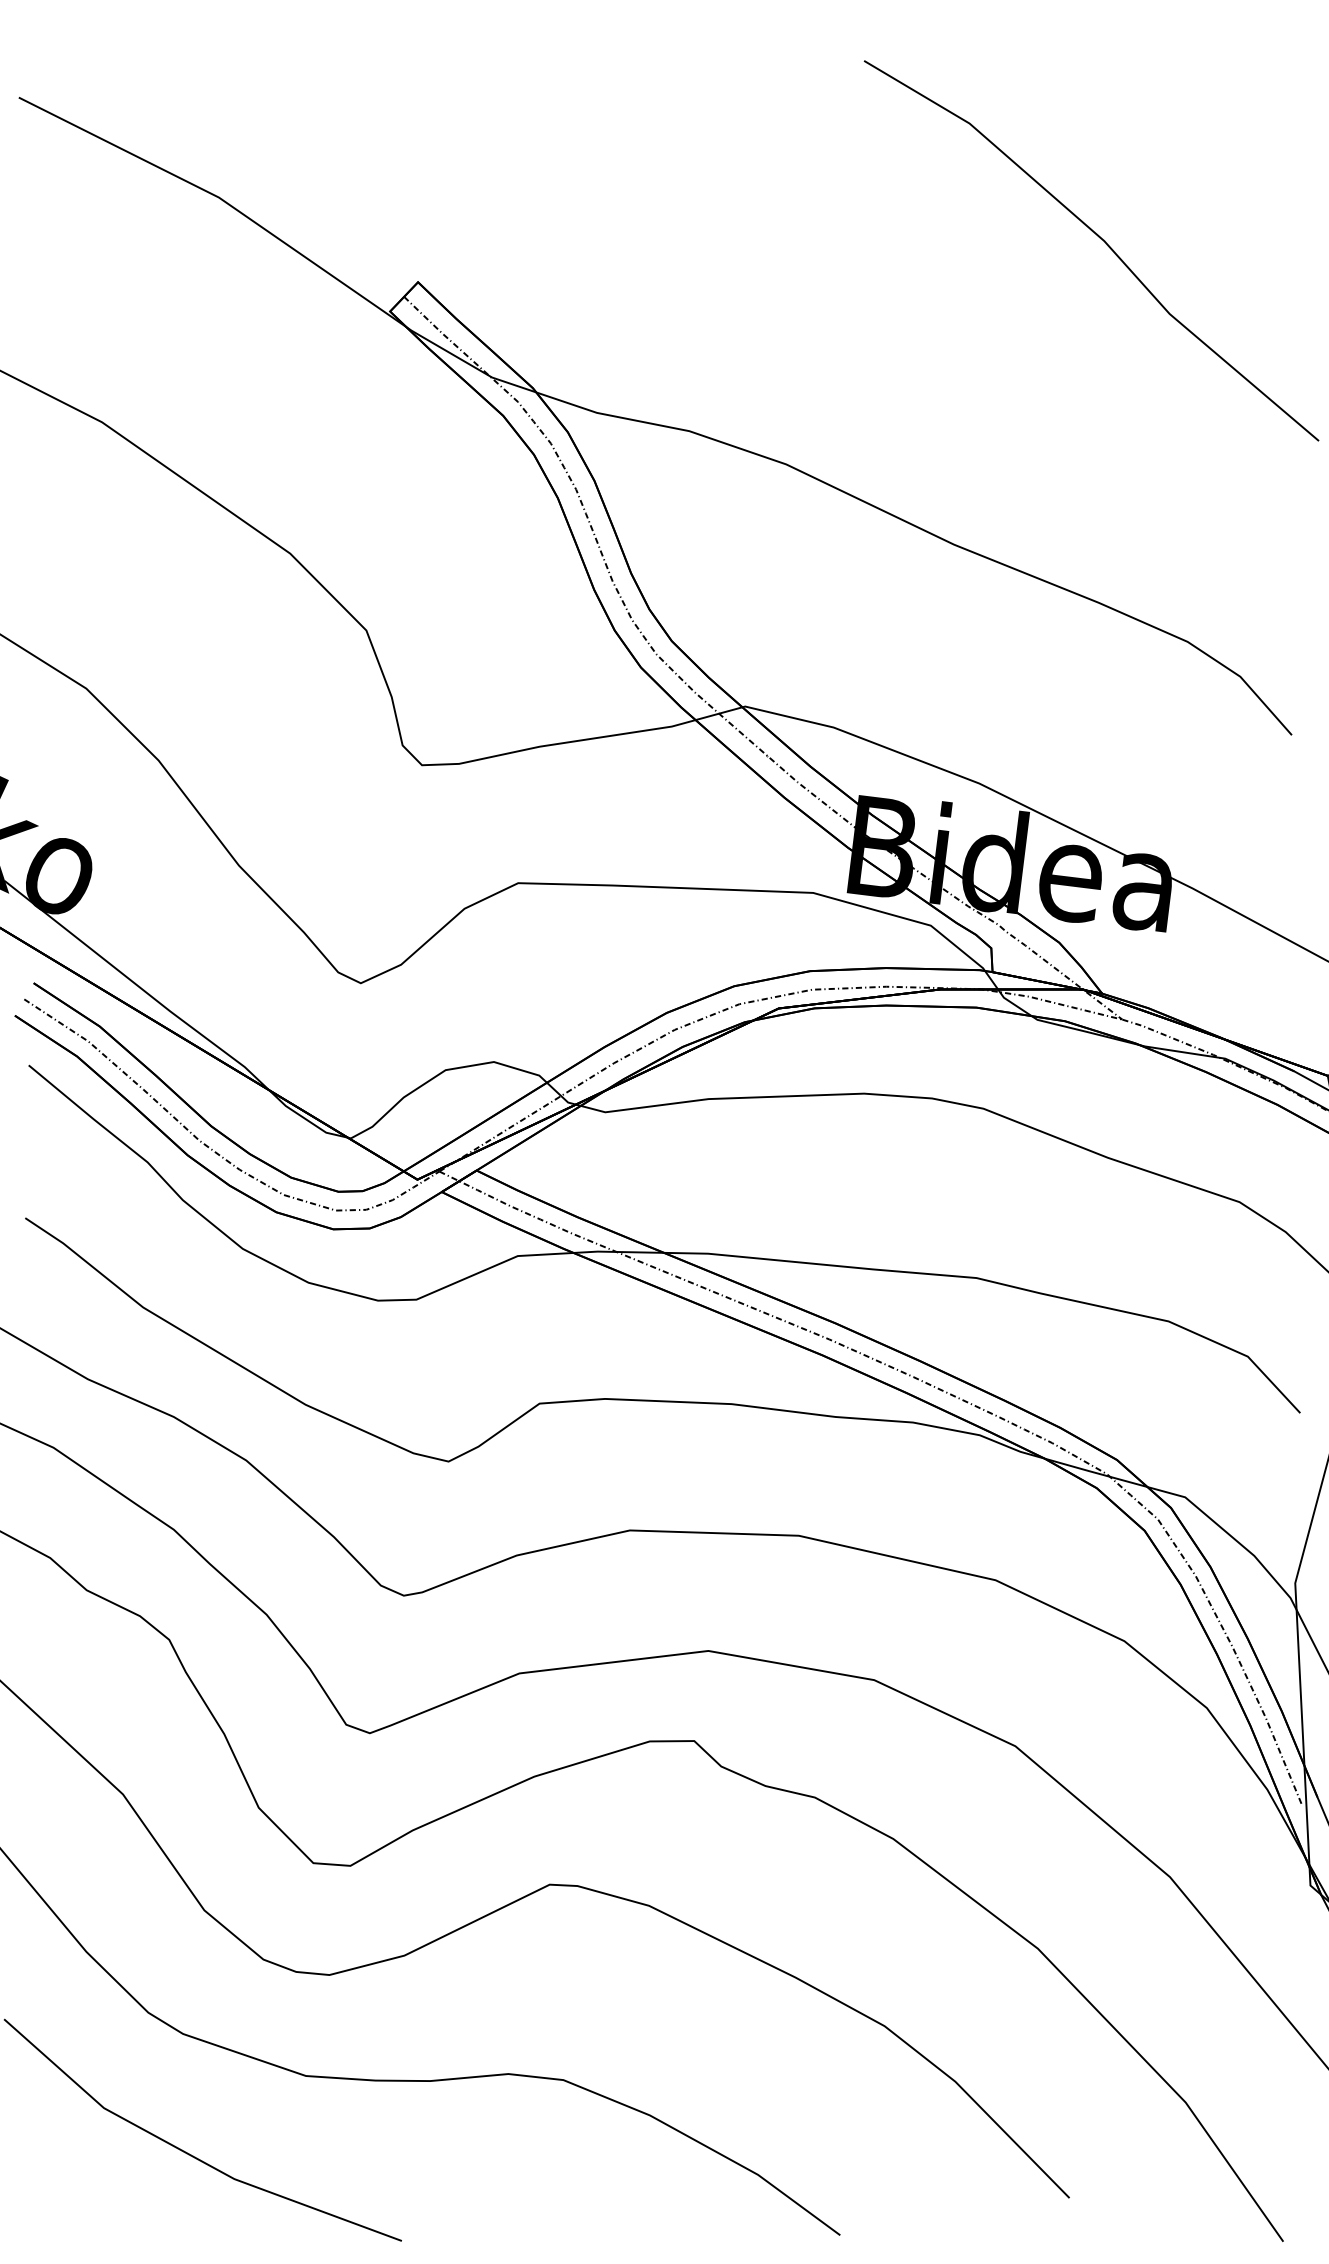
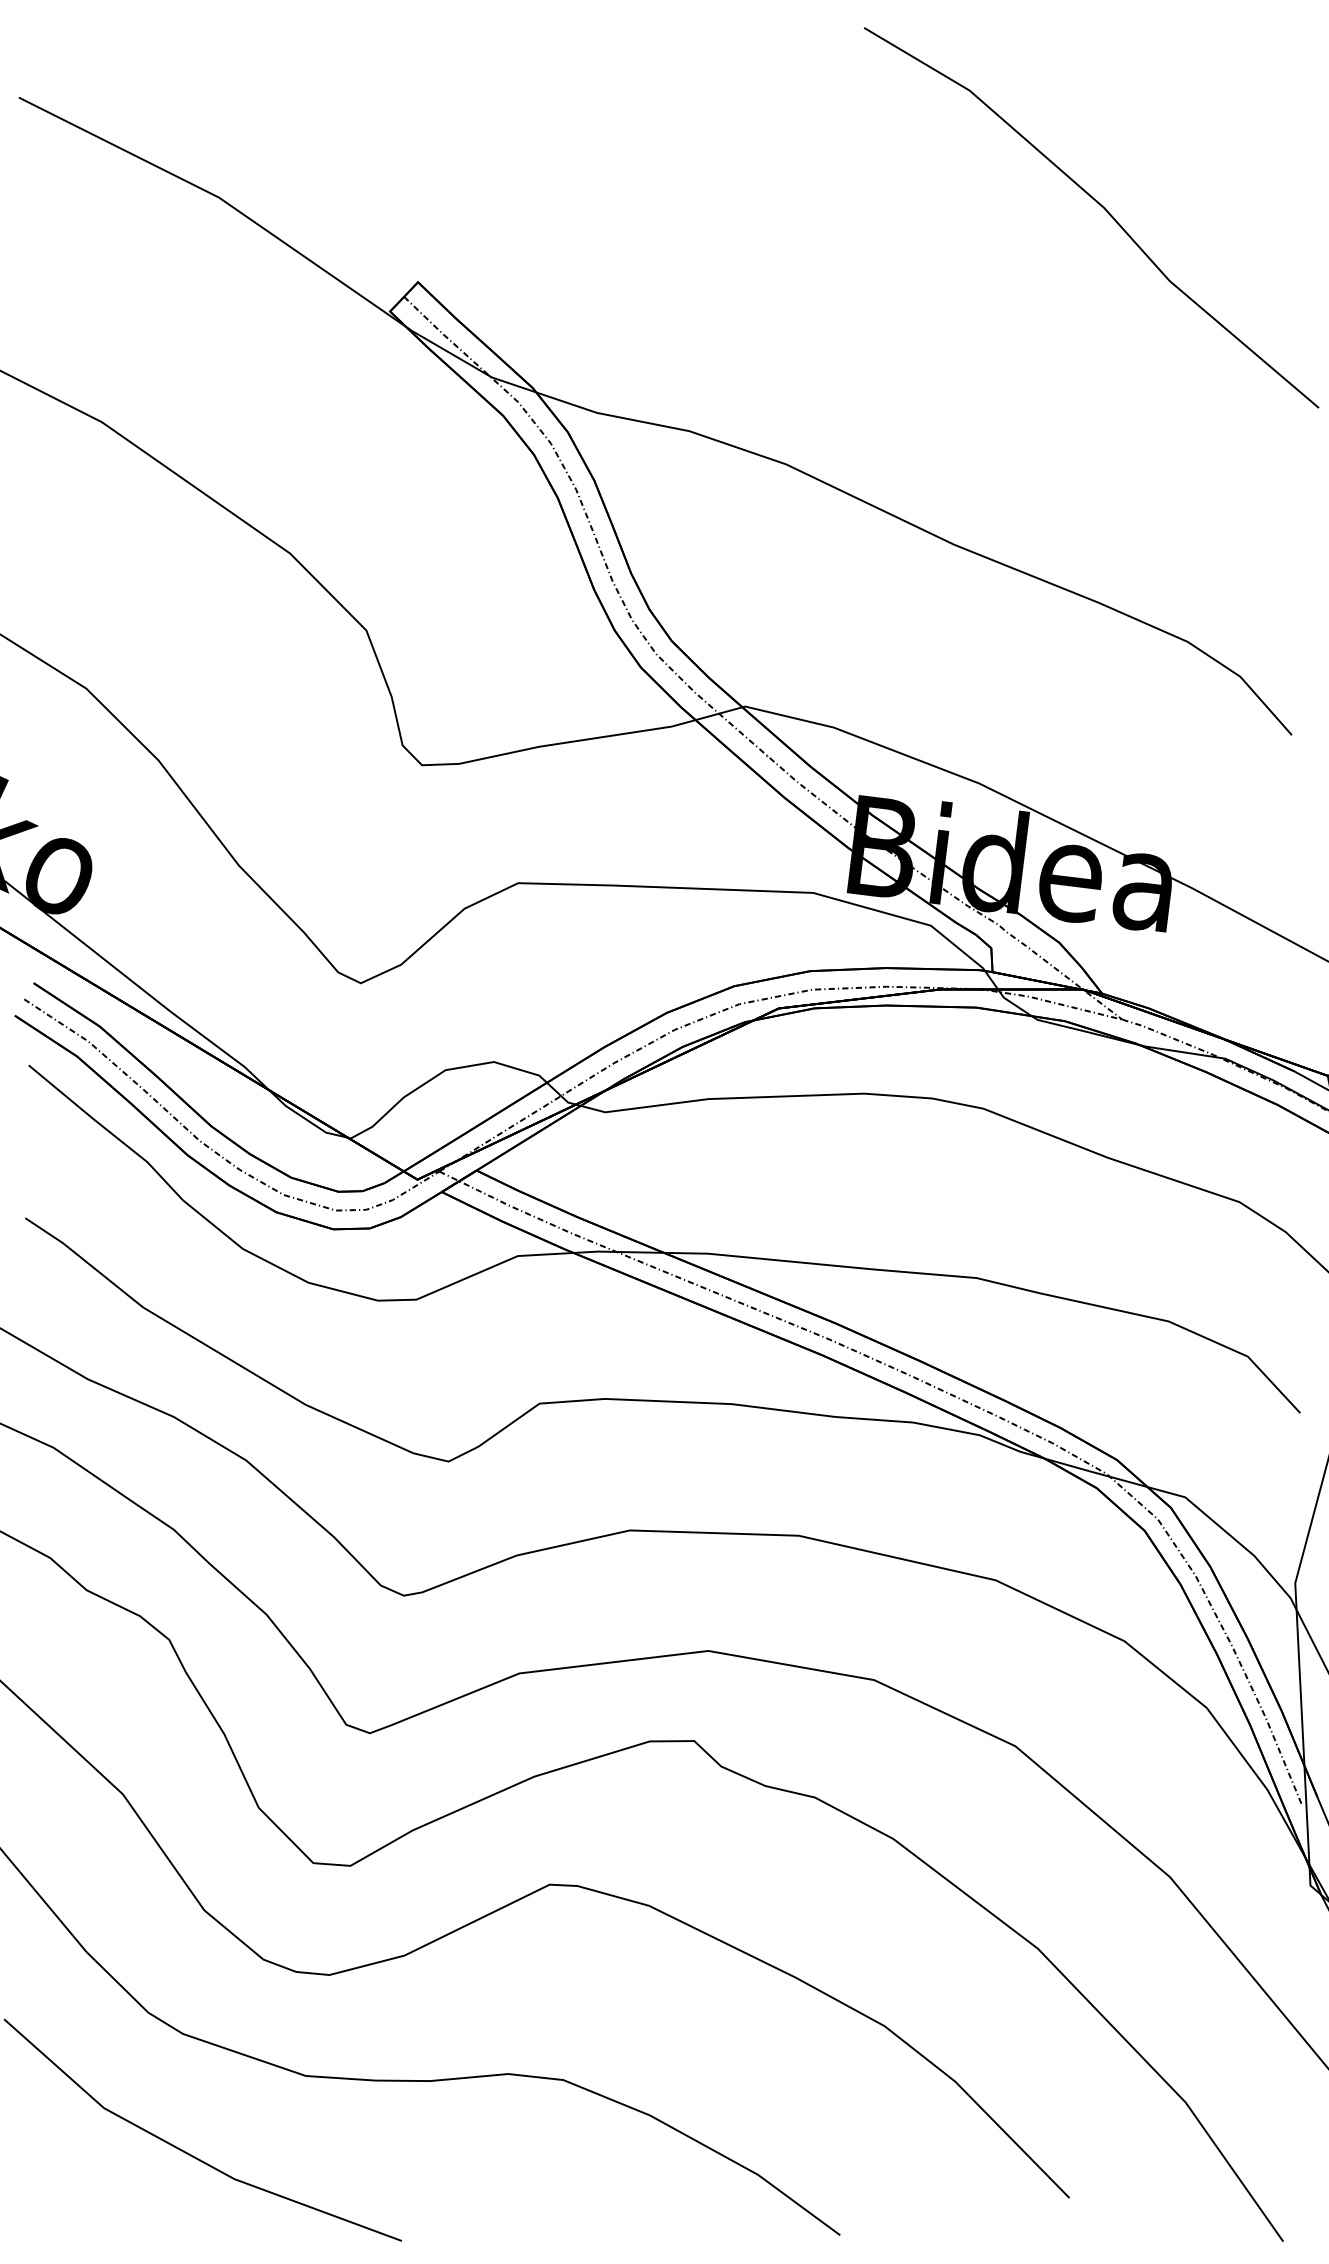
line at (1100, 239) position: (1100, 239) -> (1100, 206)
